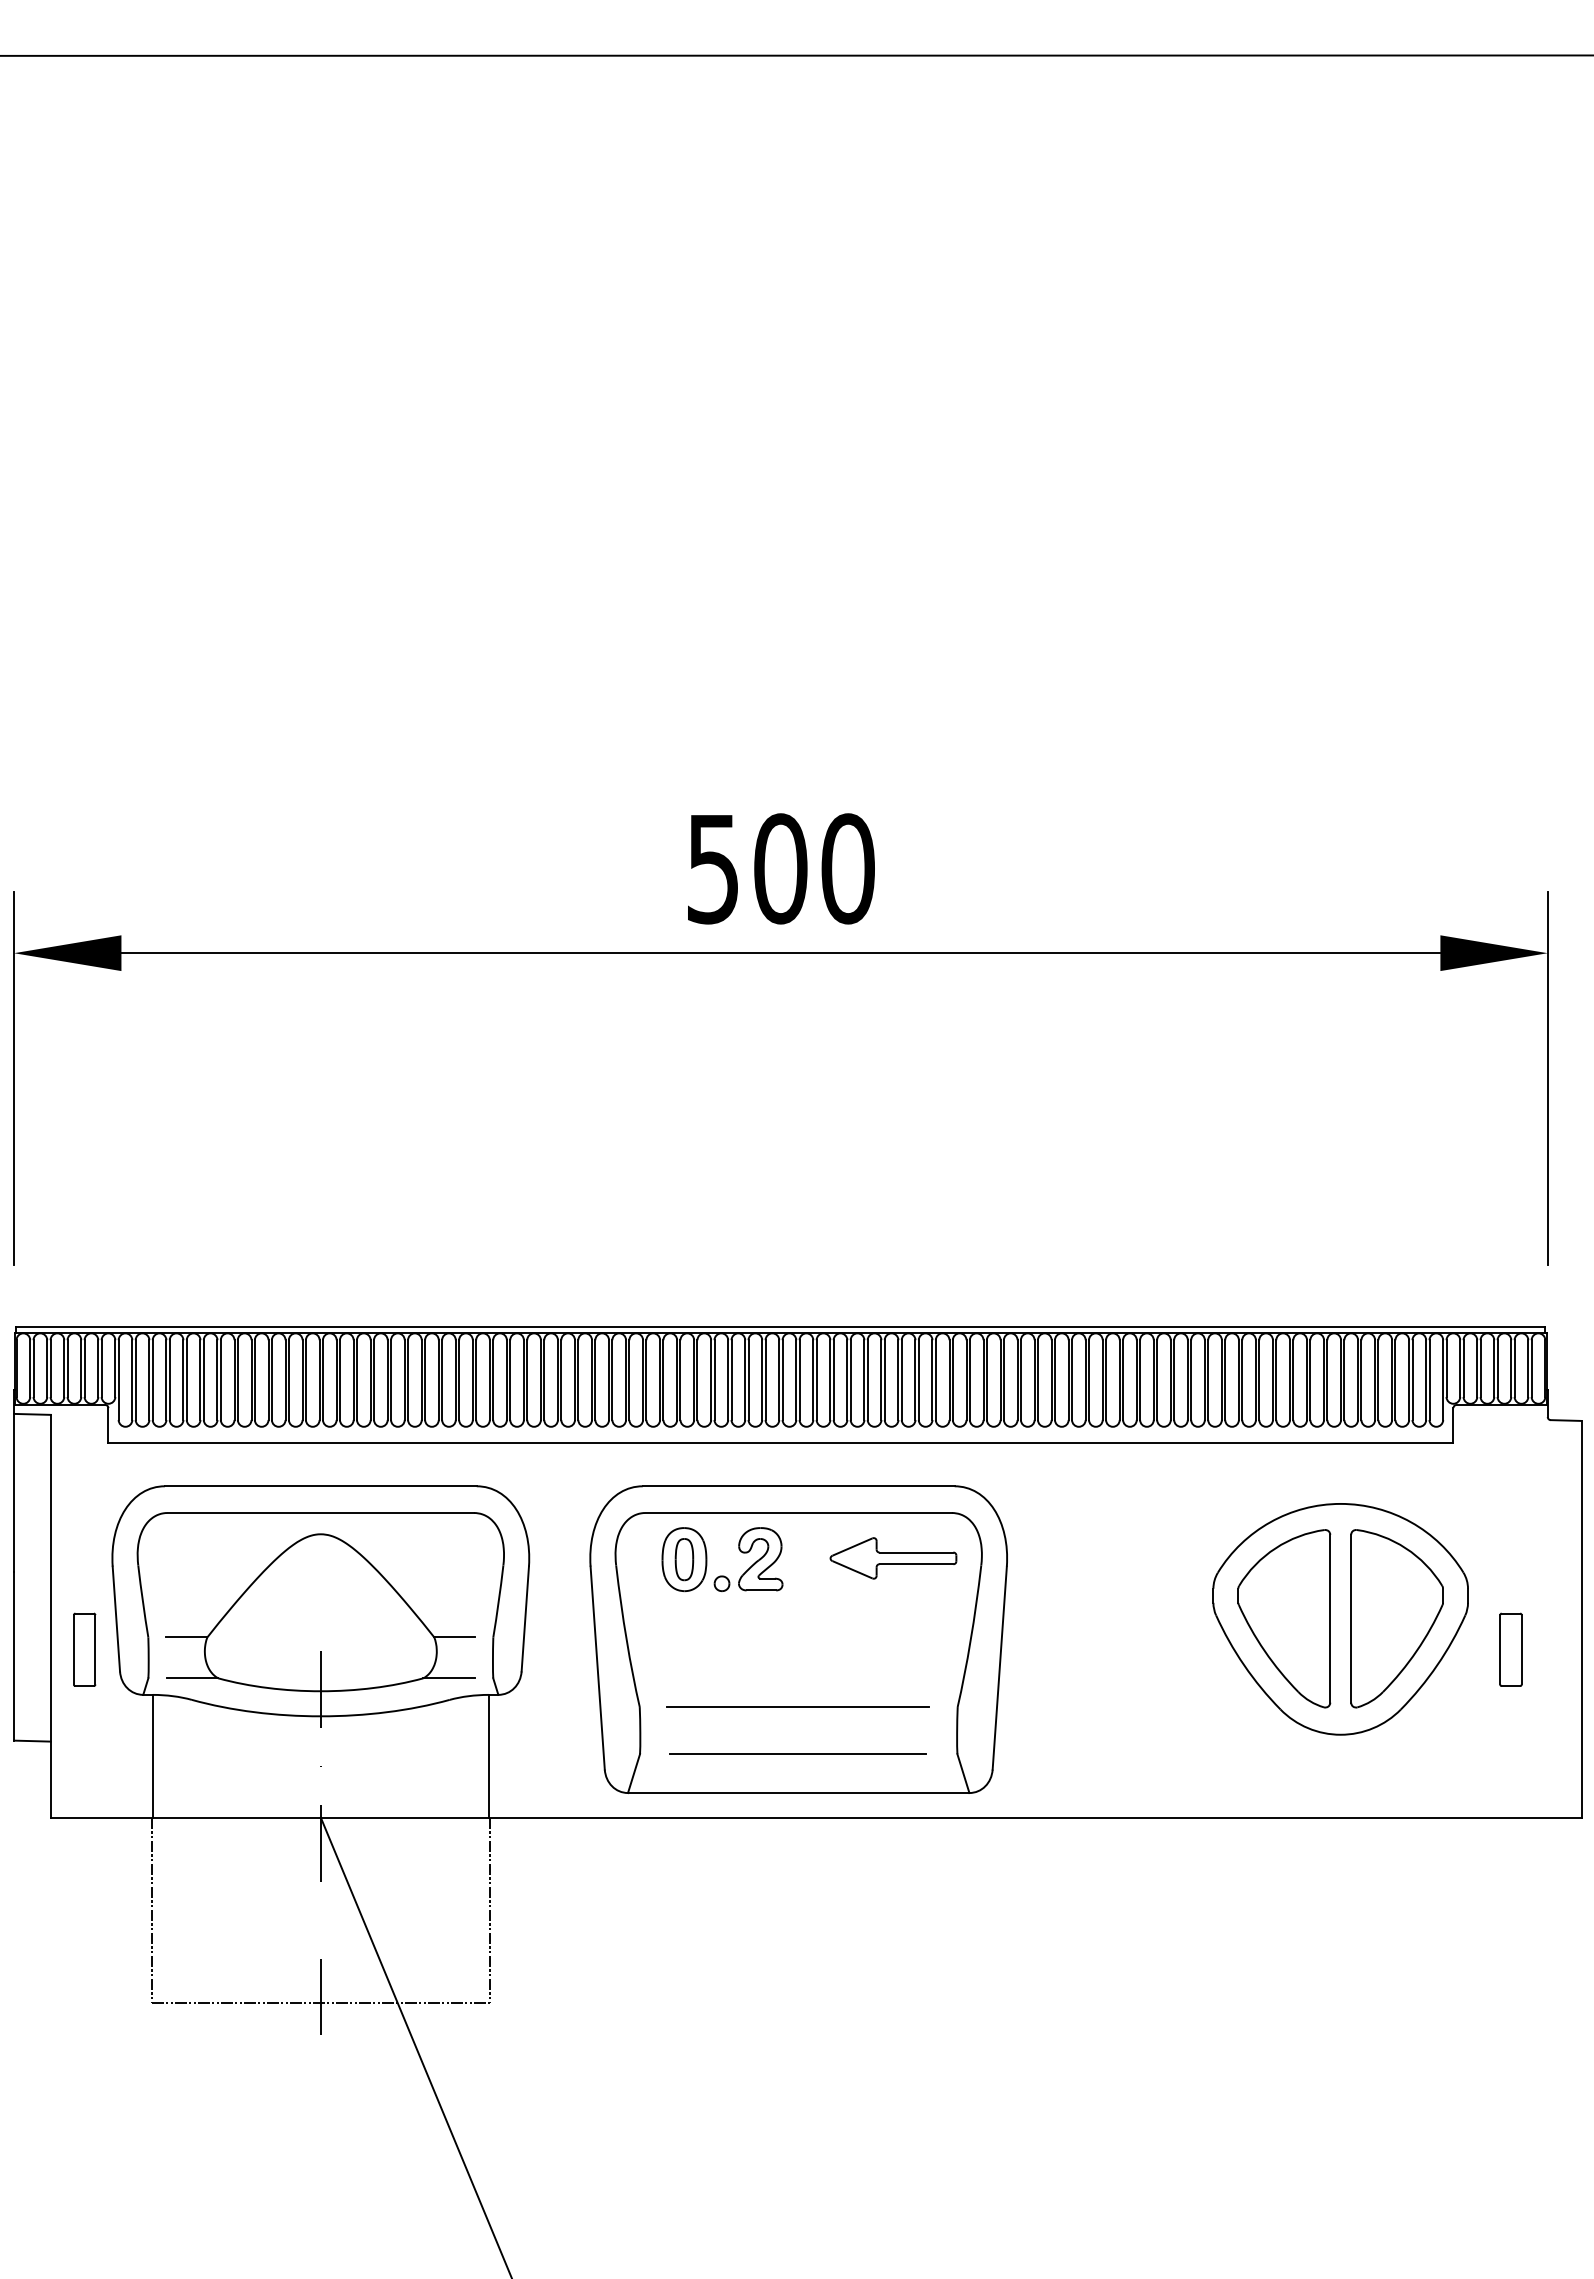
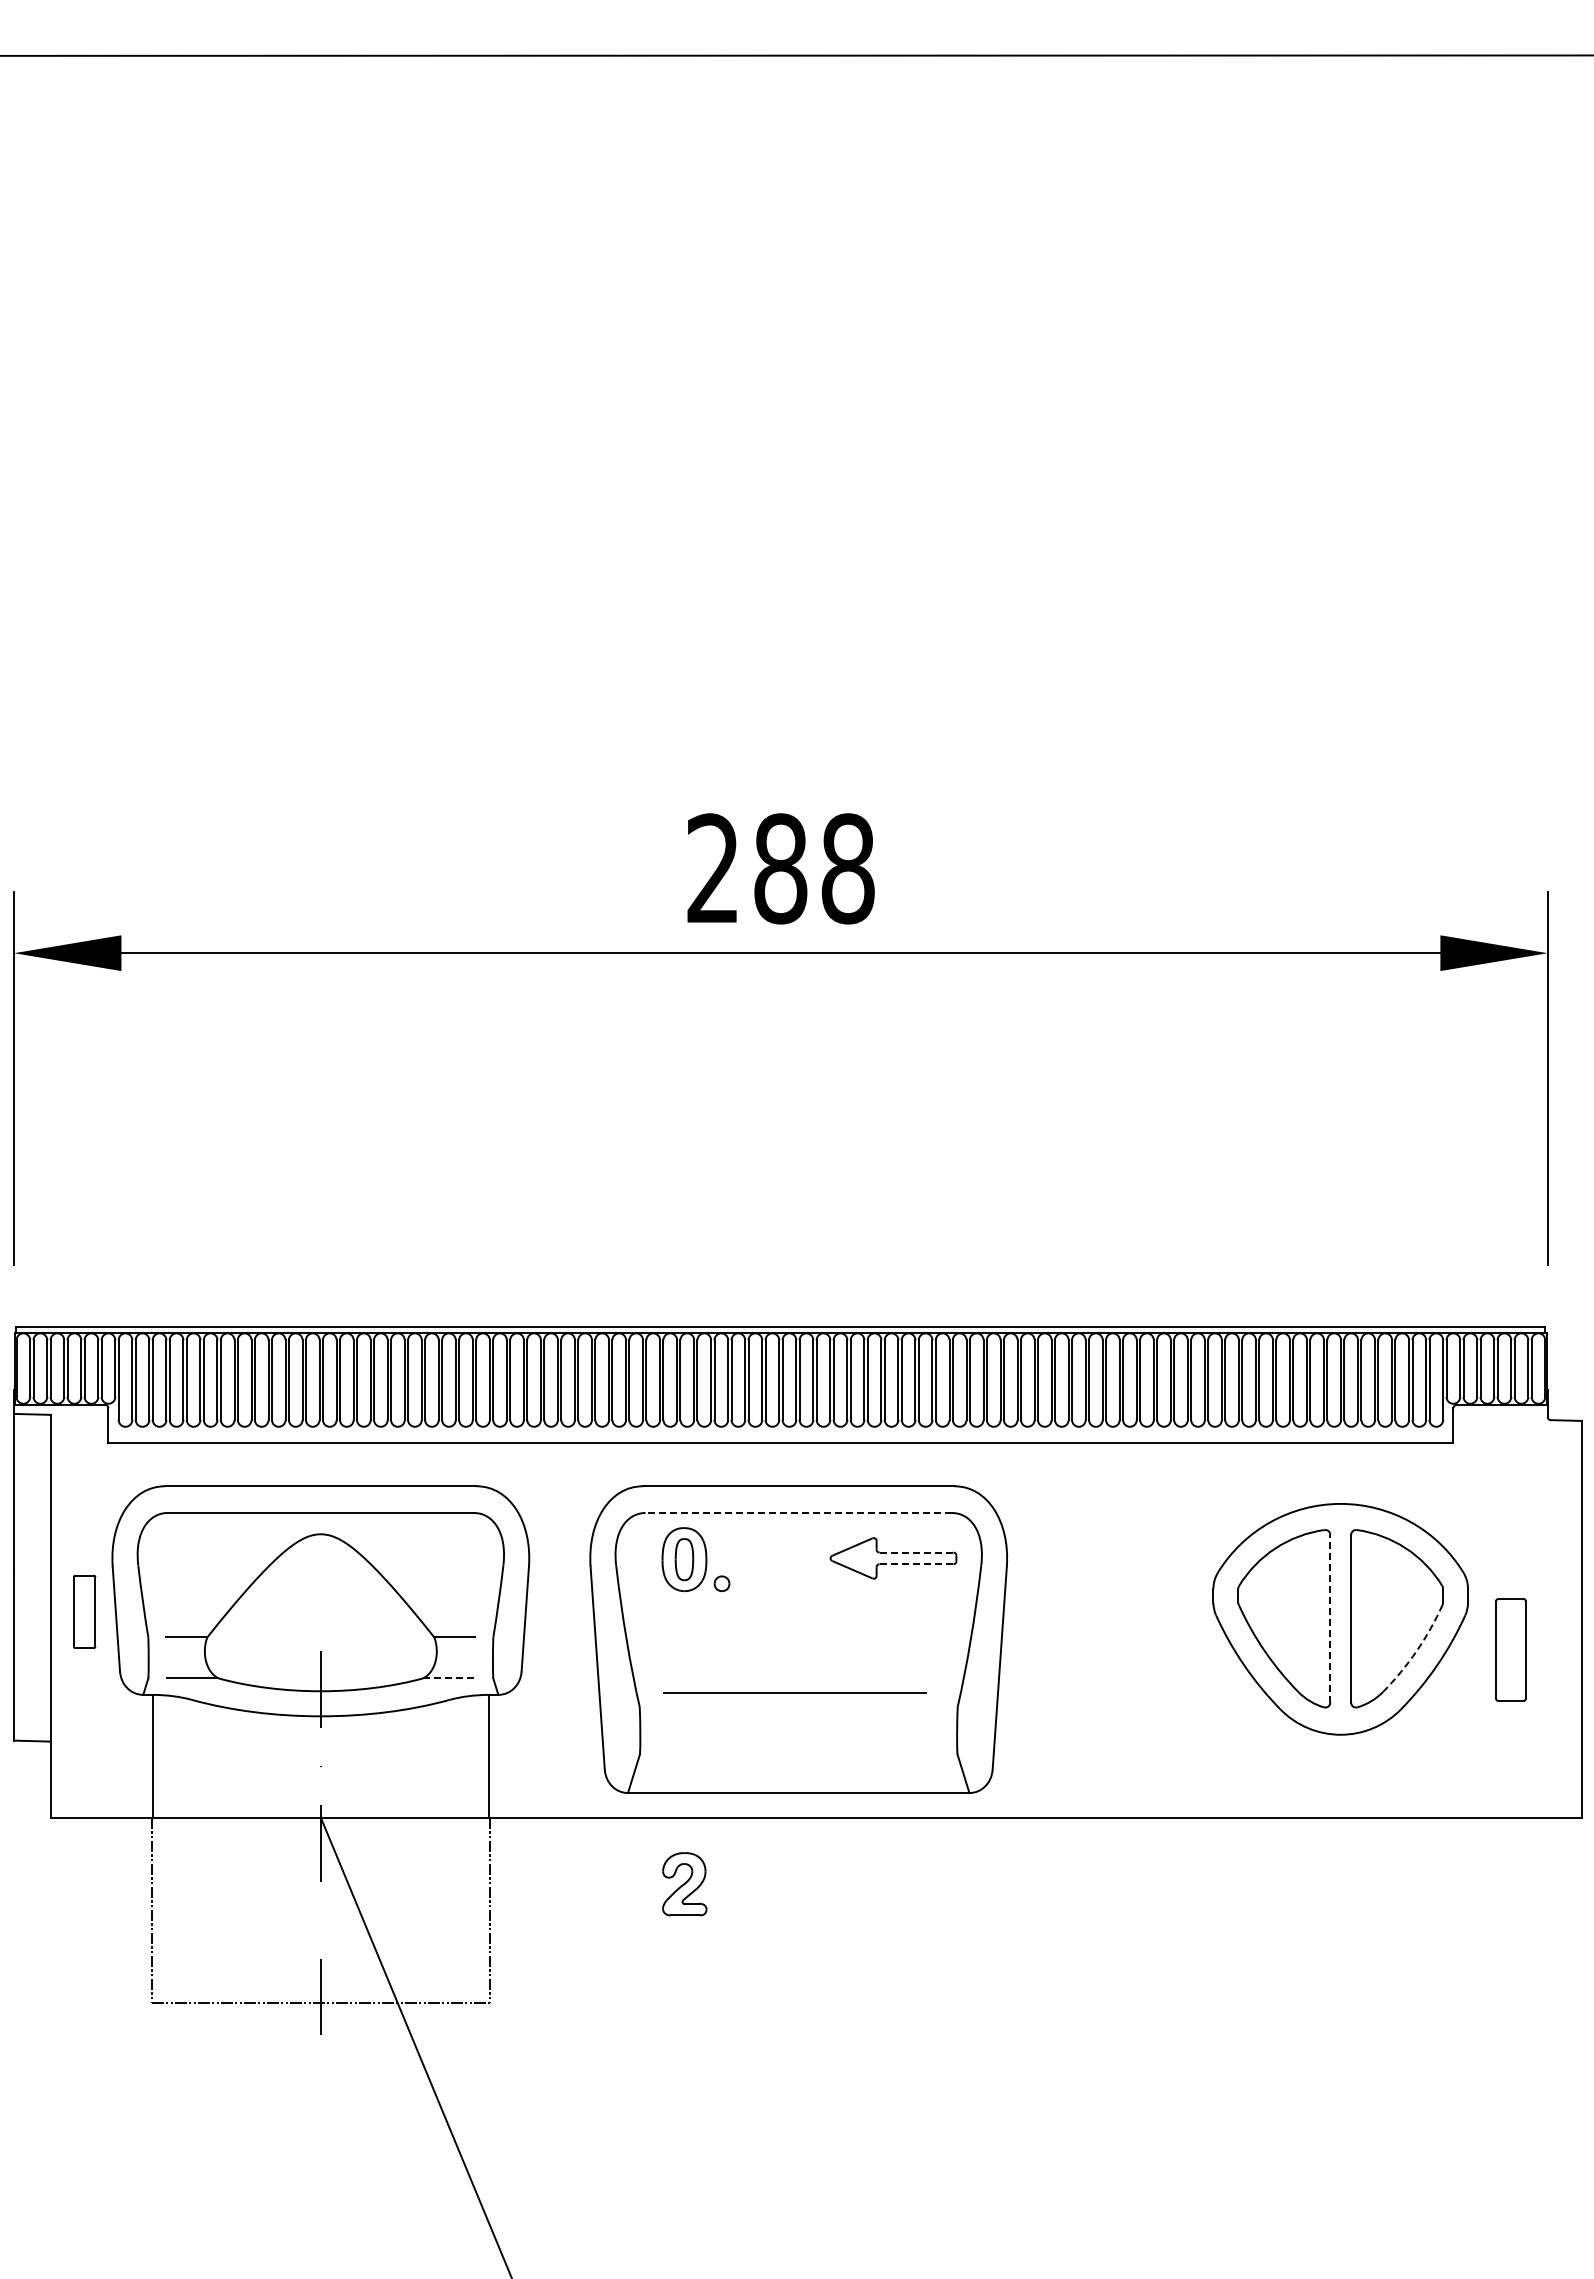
text at (780, 868): 500 -> 288
line at (798, 1513): solid -> dashed
line at (916, 1552): solid -> dashed
part at (760, 1559) position: (760, 1559) -> (684, 1884)
line at (916, 1564): solid -> dashed
line at (1330, 1618): solid -> dashed
part at (84, 1649) position: (84, 1649) -> (84, 1611)
part at (1510, 1649) size: 24x75 px -> 32x104 px
arc at (1416, 1651): solid -> dashed
line at (449, 1678): solid -> dashed
line at (797, 1706) position: (797, 1706) -> (794, 1692)
line at (798, 1754): present -> none
